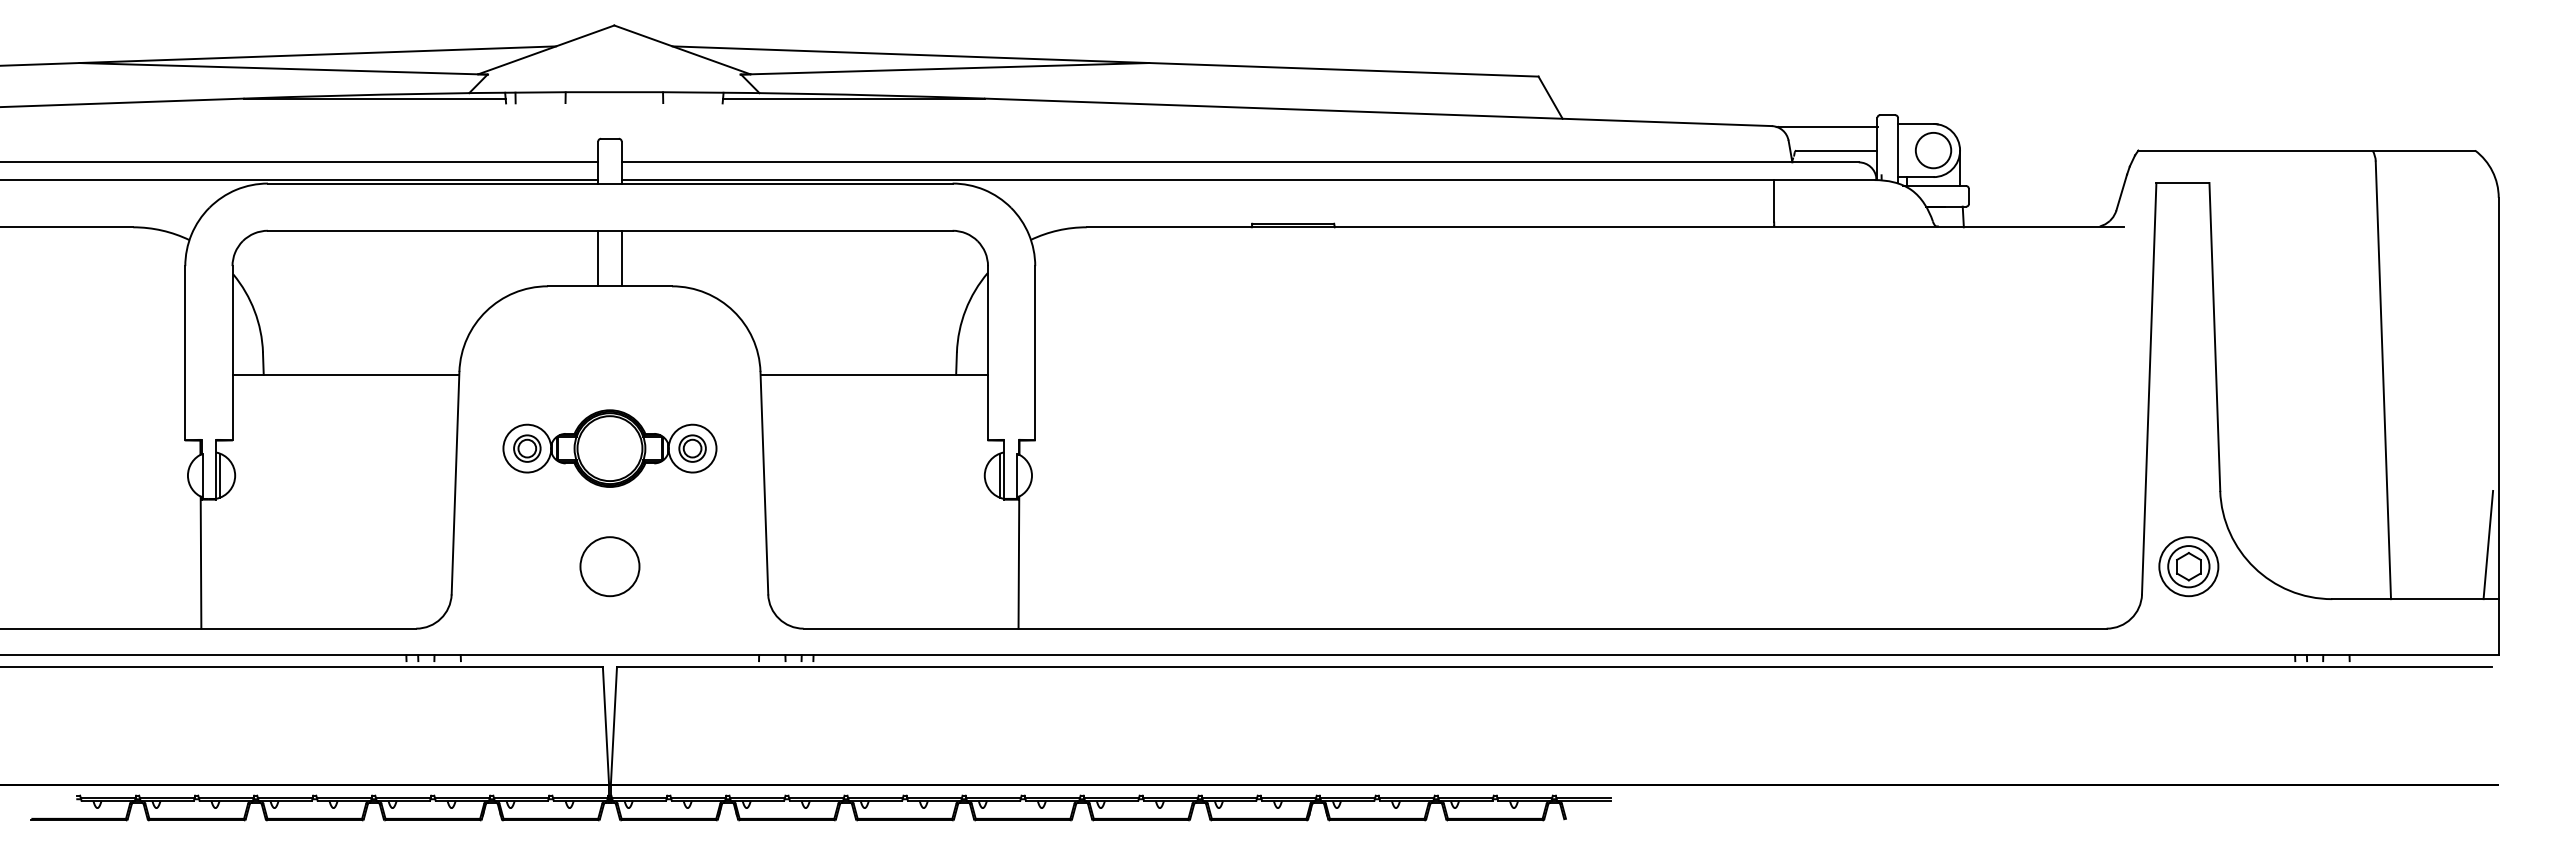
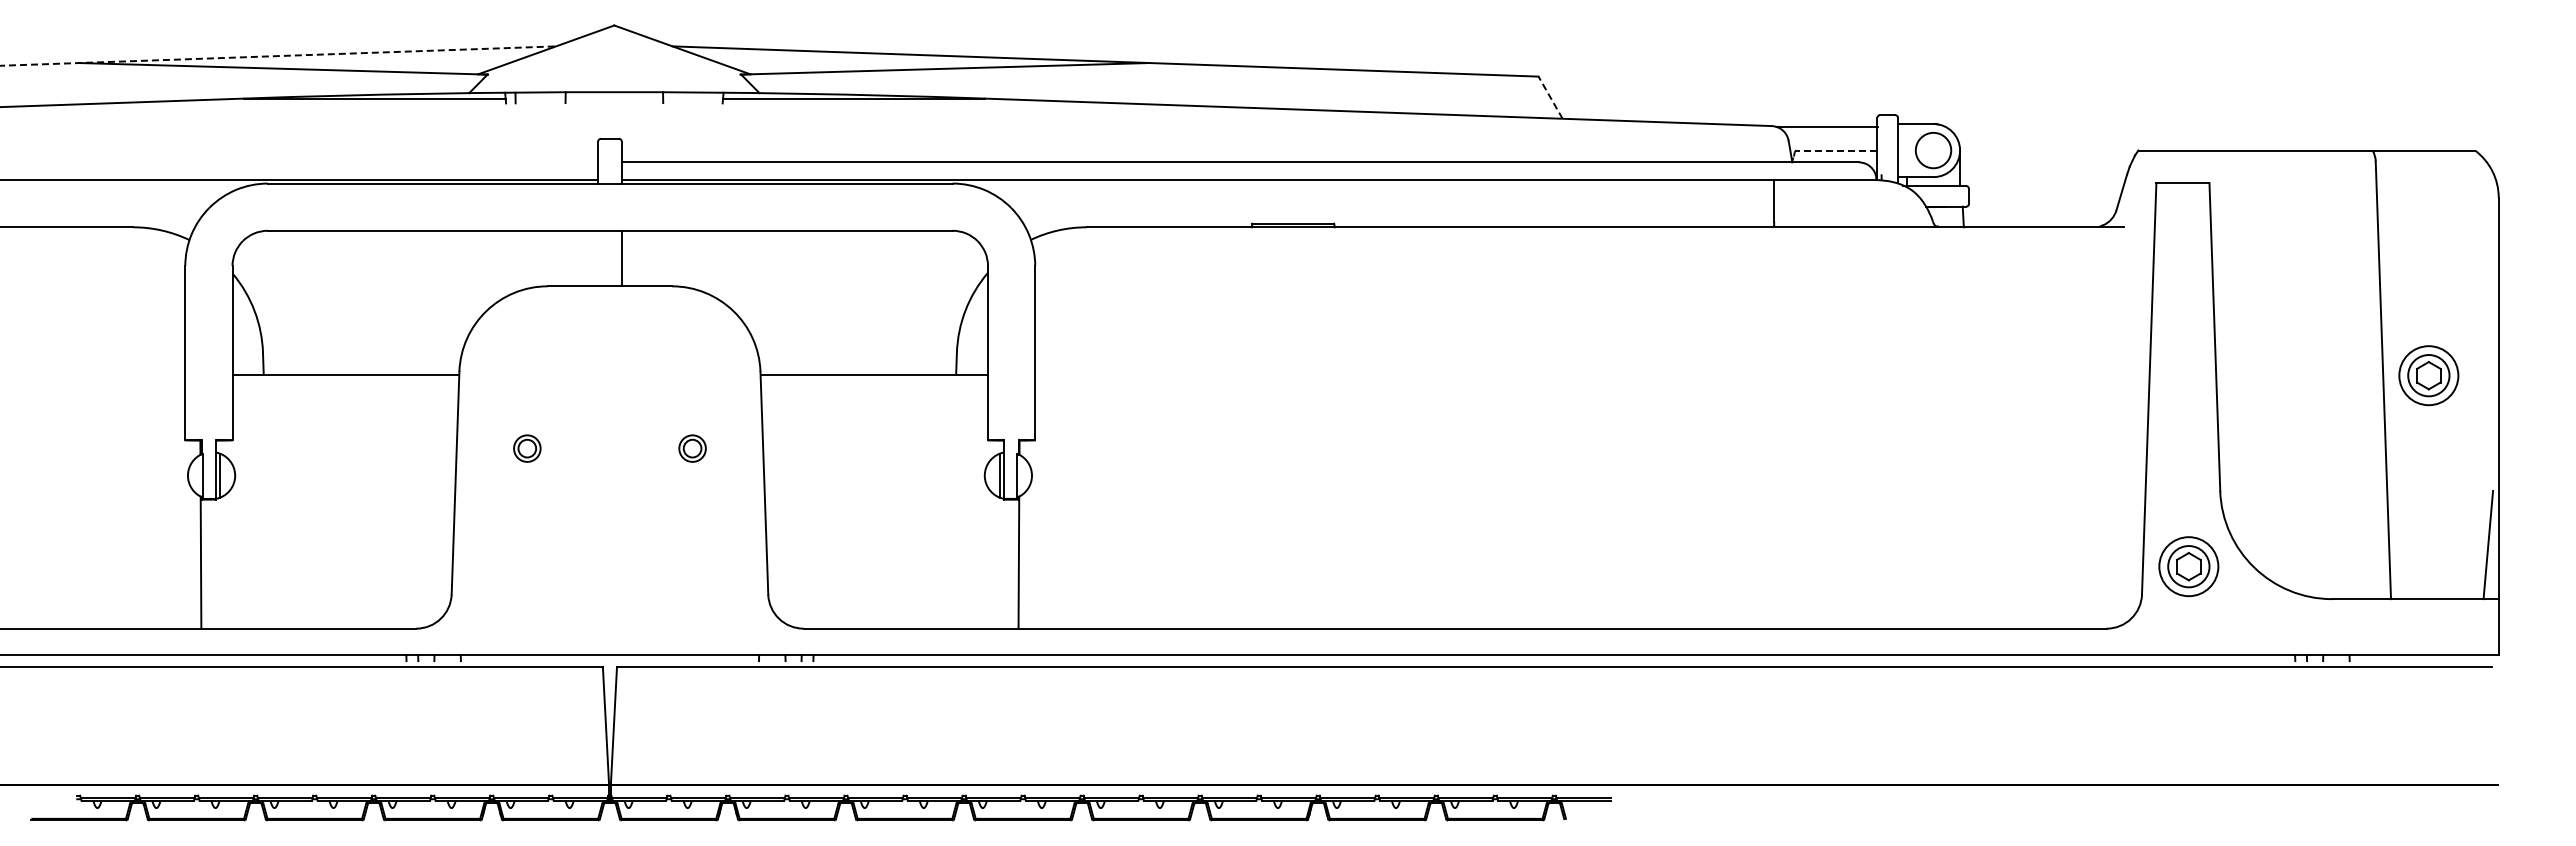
line at (278, 56): solid -> dashed
line at (1550, 97): solid -> dashed
line at (1836, 150): solid -> dashed
line at (300, 162): present -> none
line at (598, 258): present -> none
part at (2428, 375): none -> present
part at (609, 448): present -> none
circle at (609, 566): present -> none
